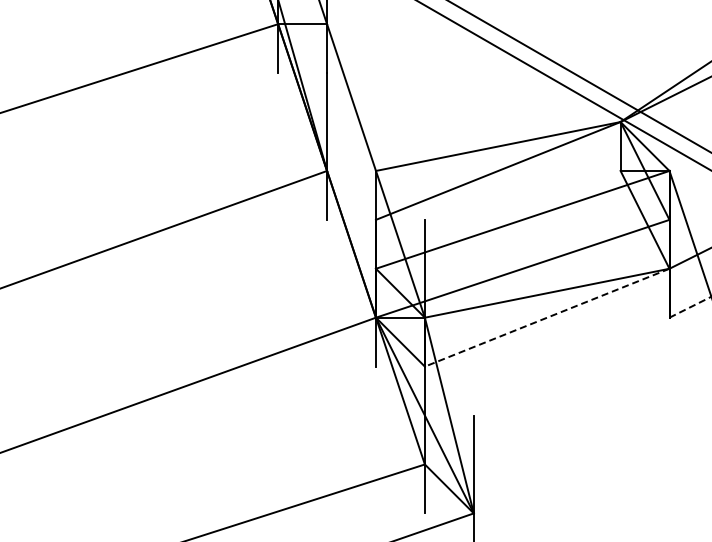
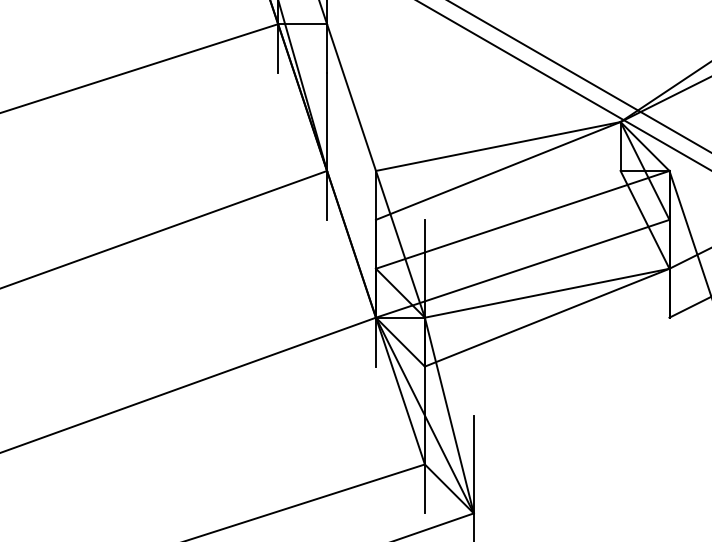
line at (690, 306): dashed -> solid
line at (547, 317): dashed -> solid
